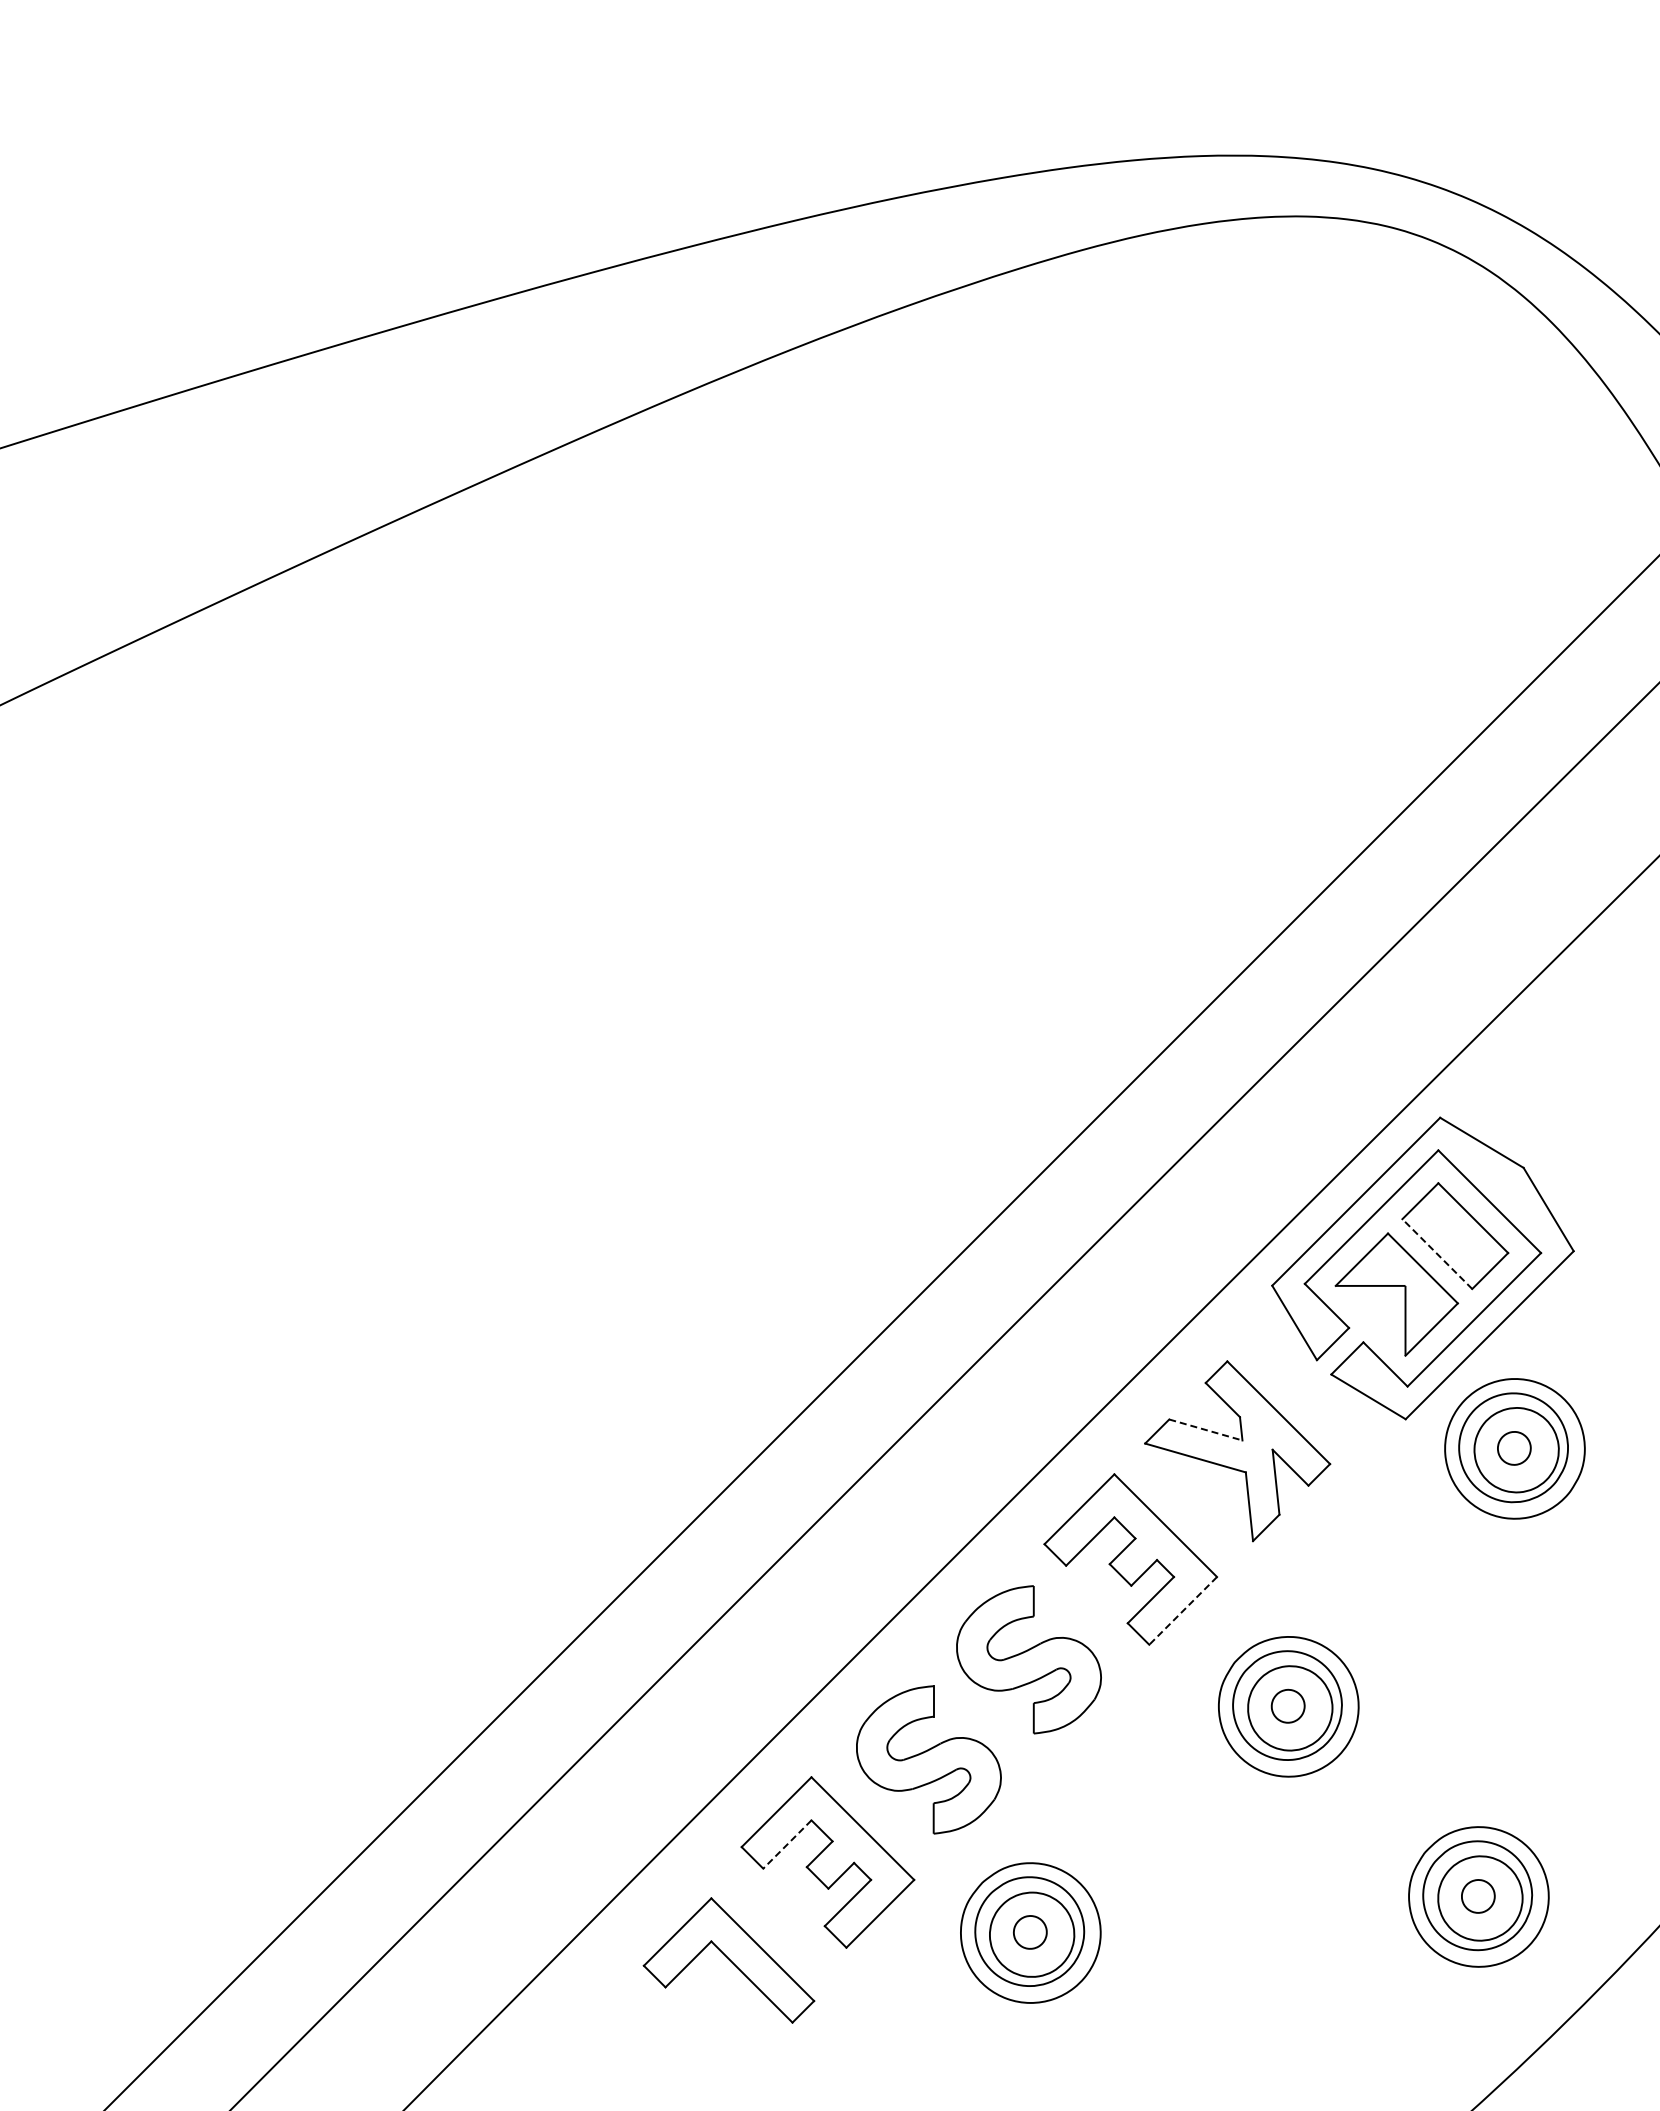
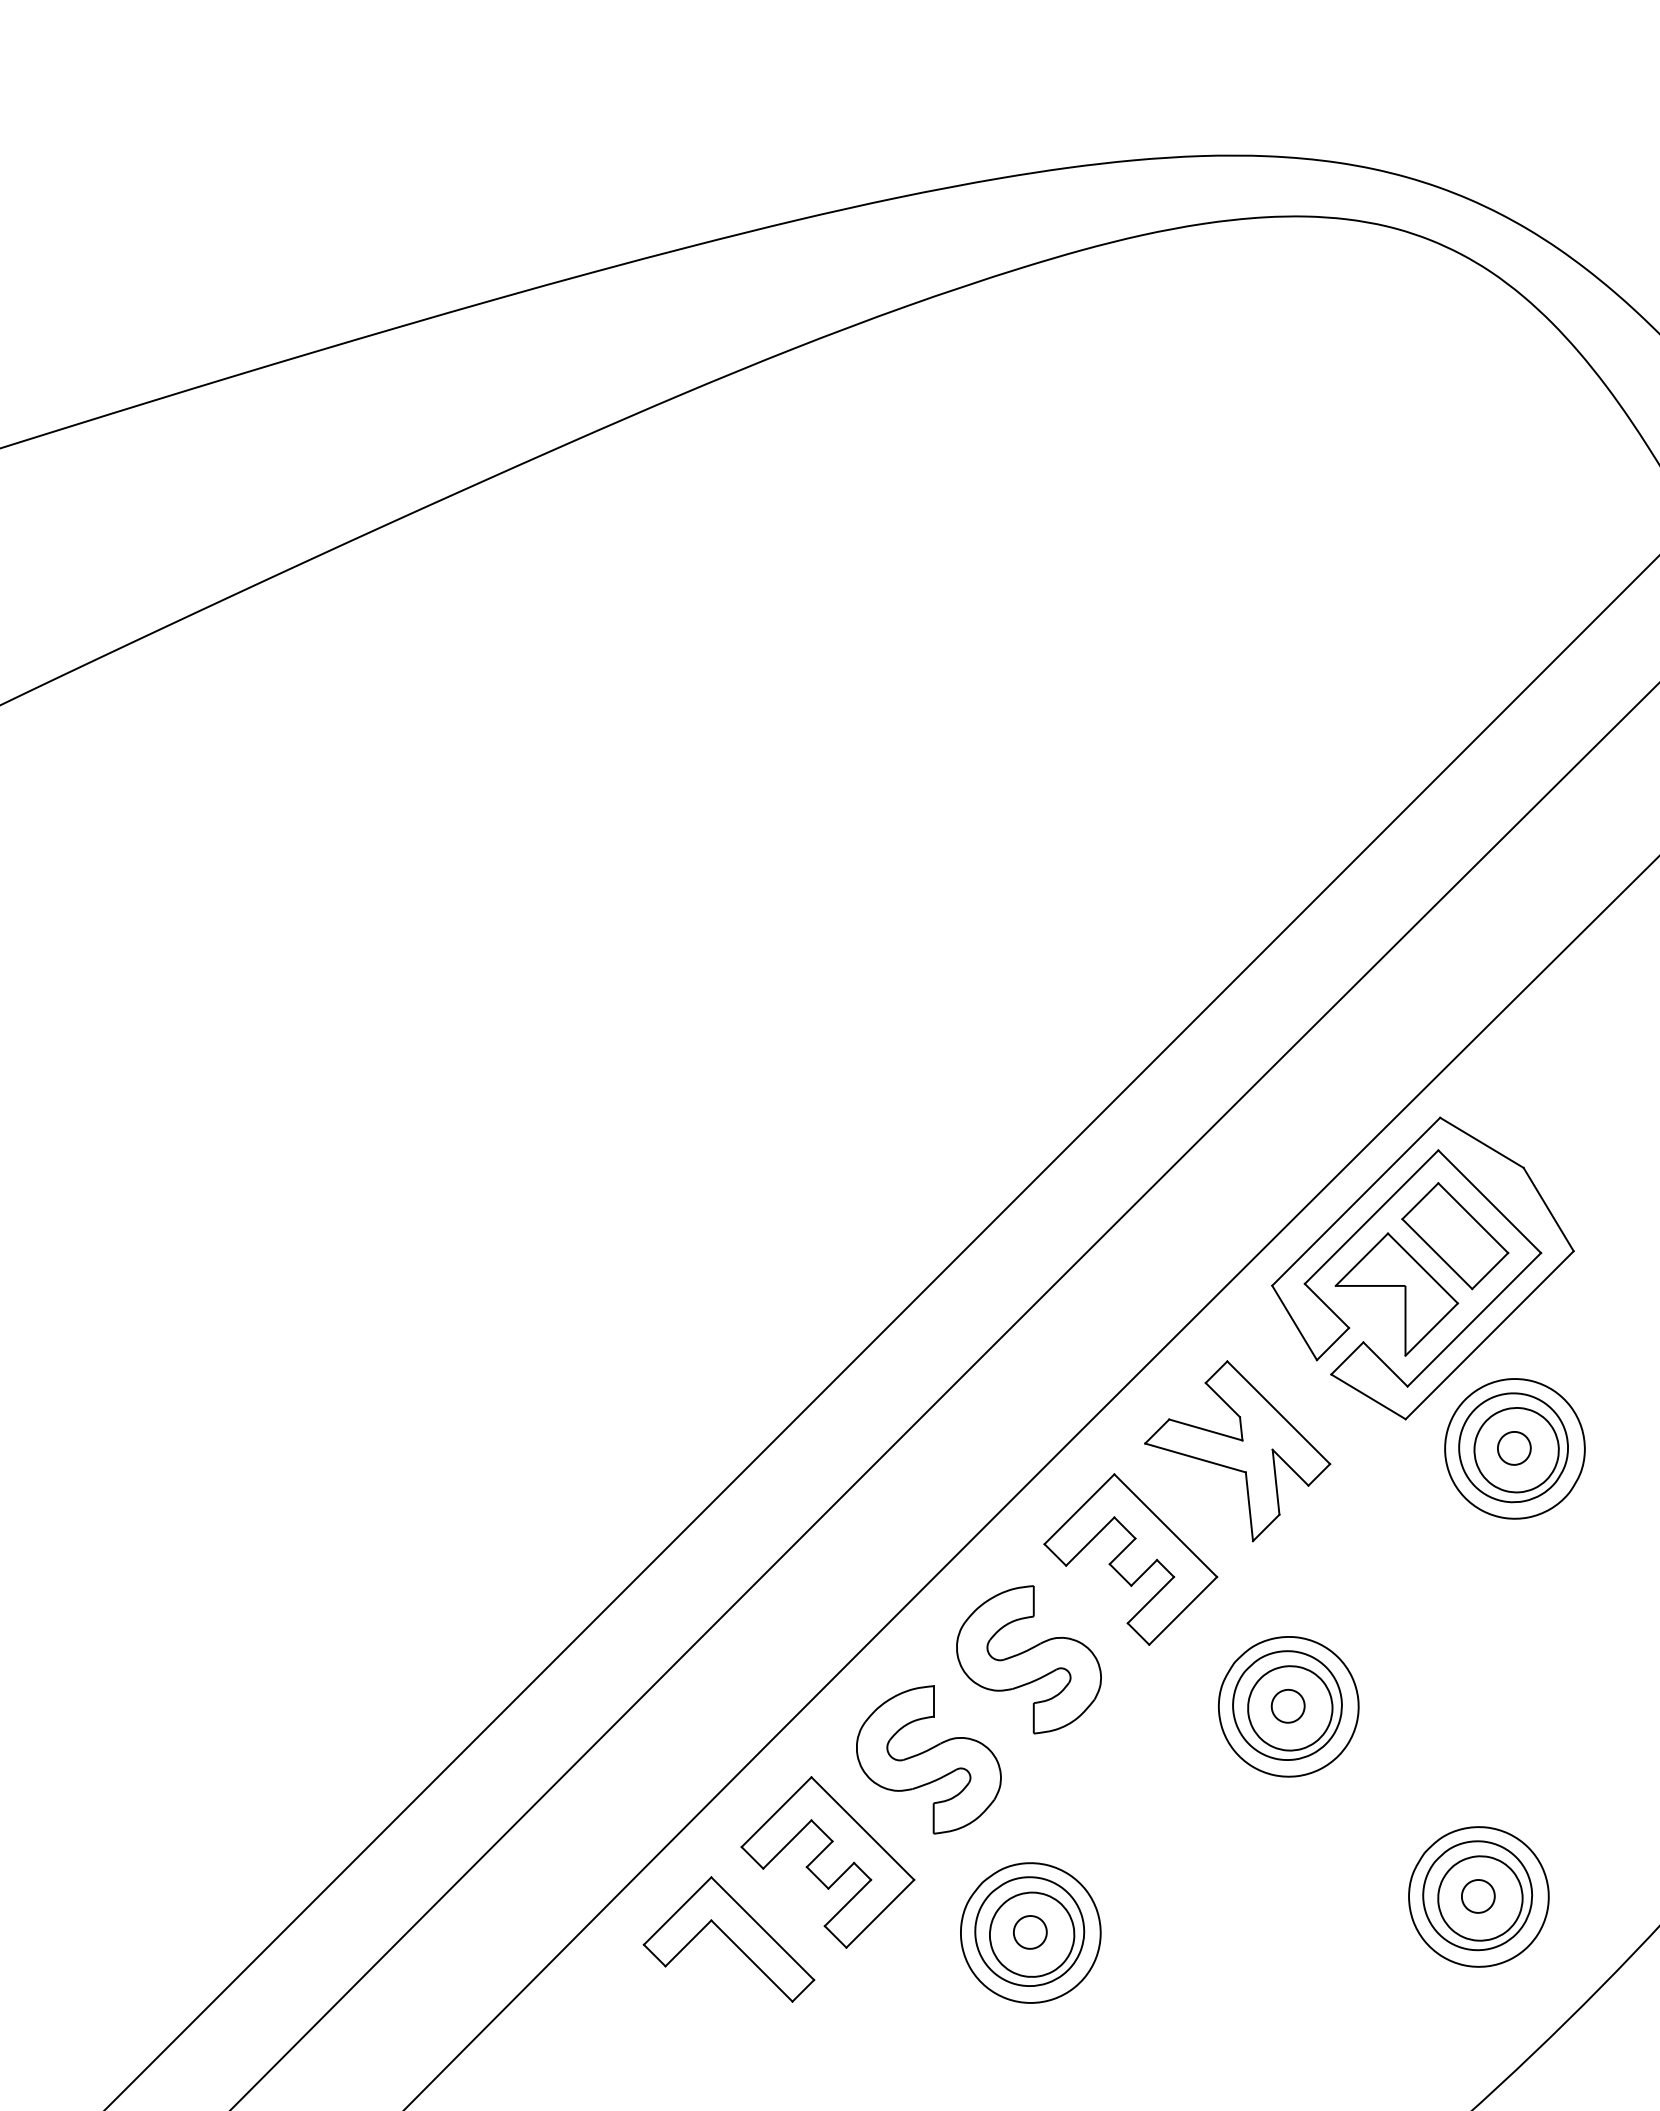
line at (1436, 1253): dashed -> solid
line at (1206, 1430): dashed -> solid
line at (1183, 1610): dashed -> solid
line at (787, 1844): dashed -> solid
part at (728, 1960) position: (728, 1960) -> (728, 1939)
